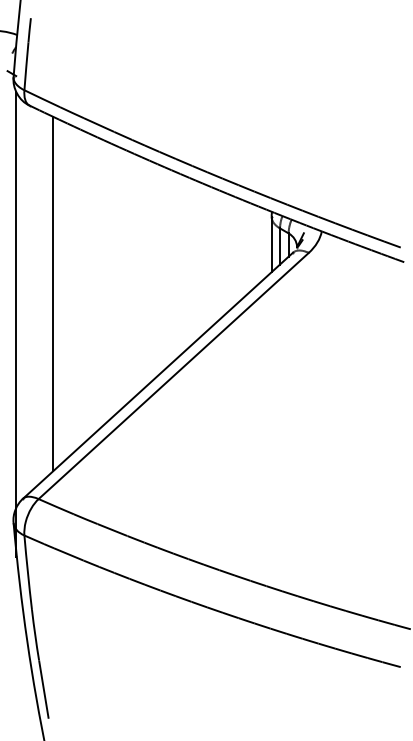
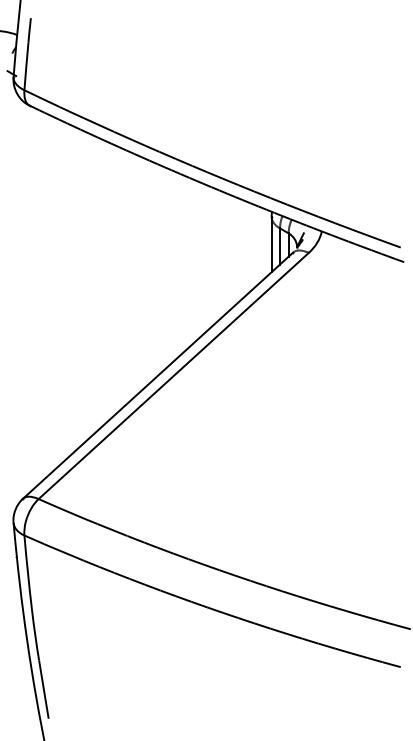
line at (52, 293): present -> none
line at (16, 324): present -> none
